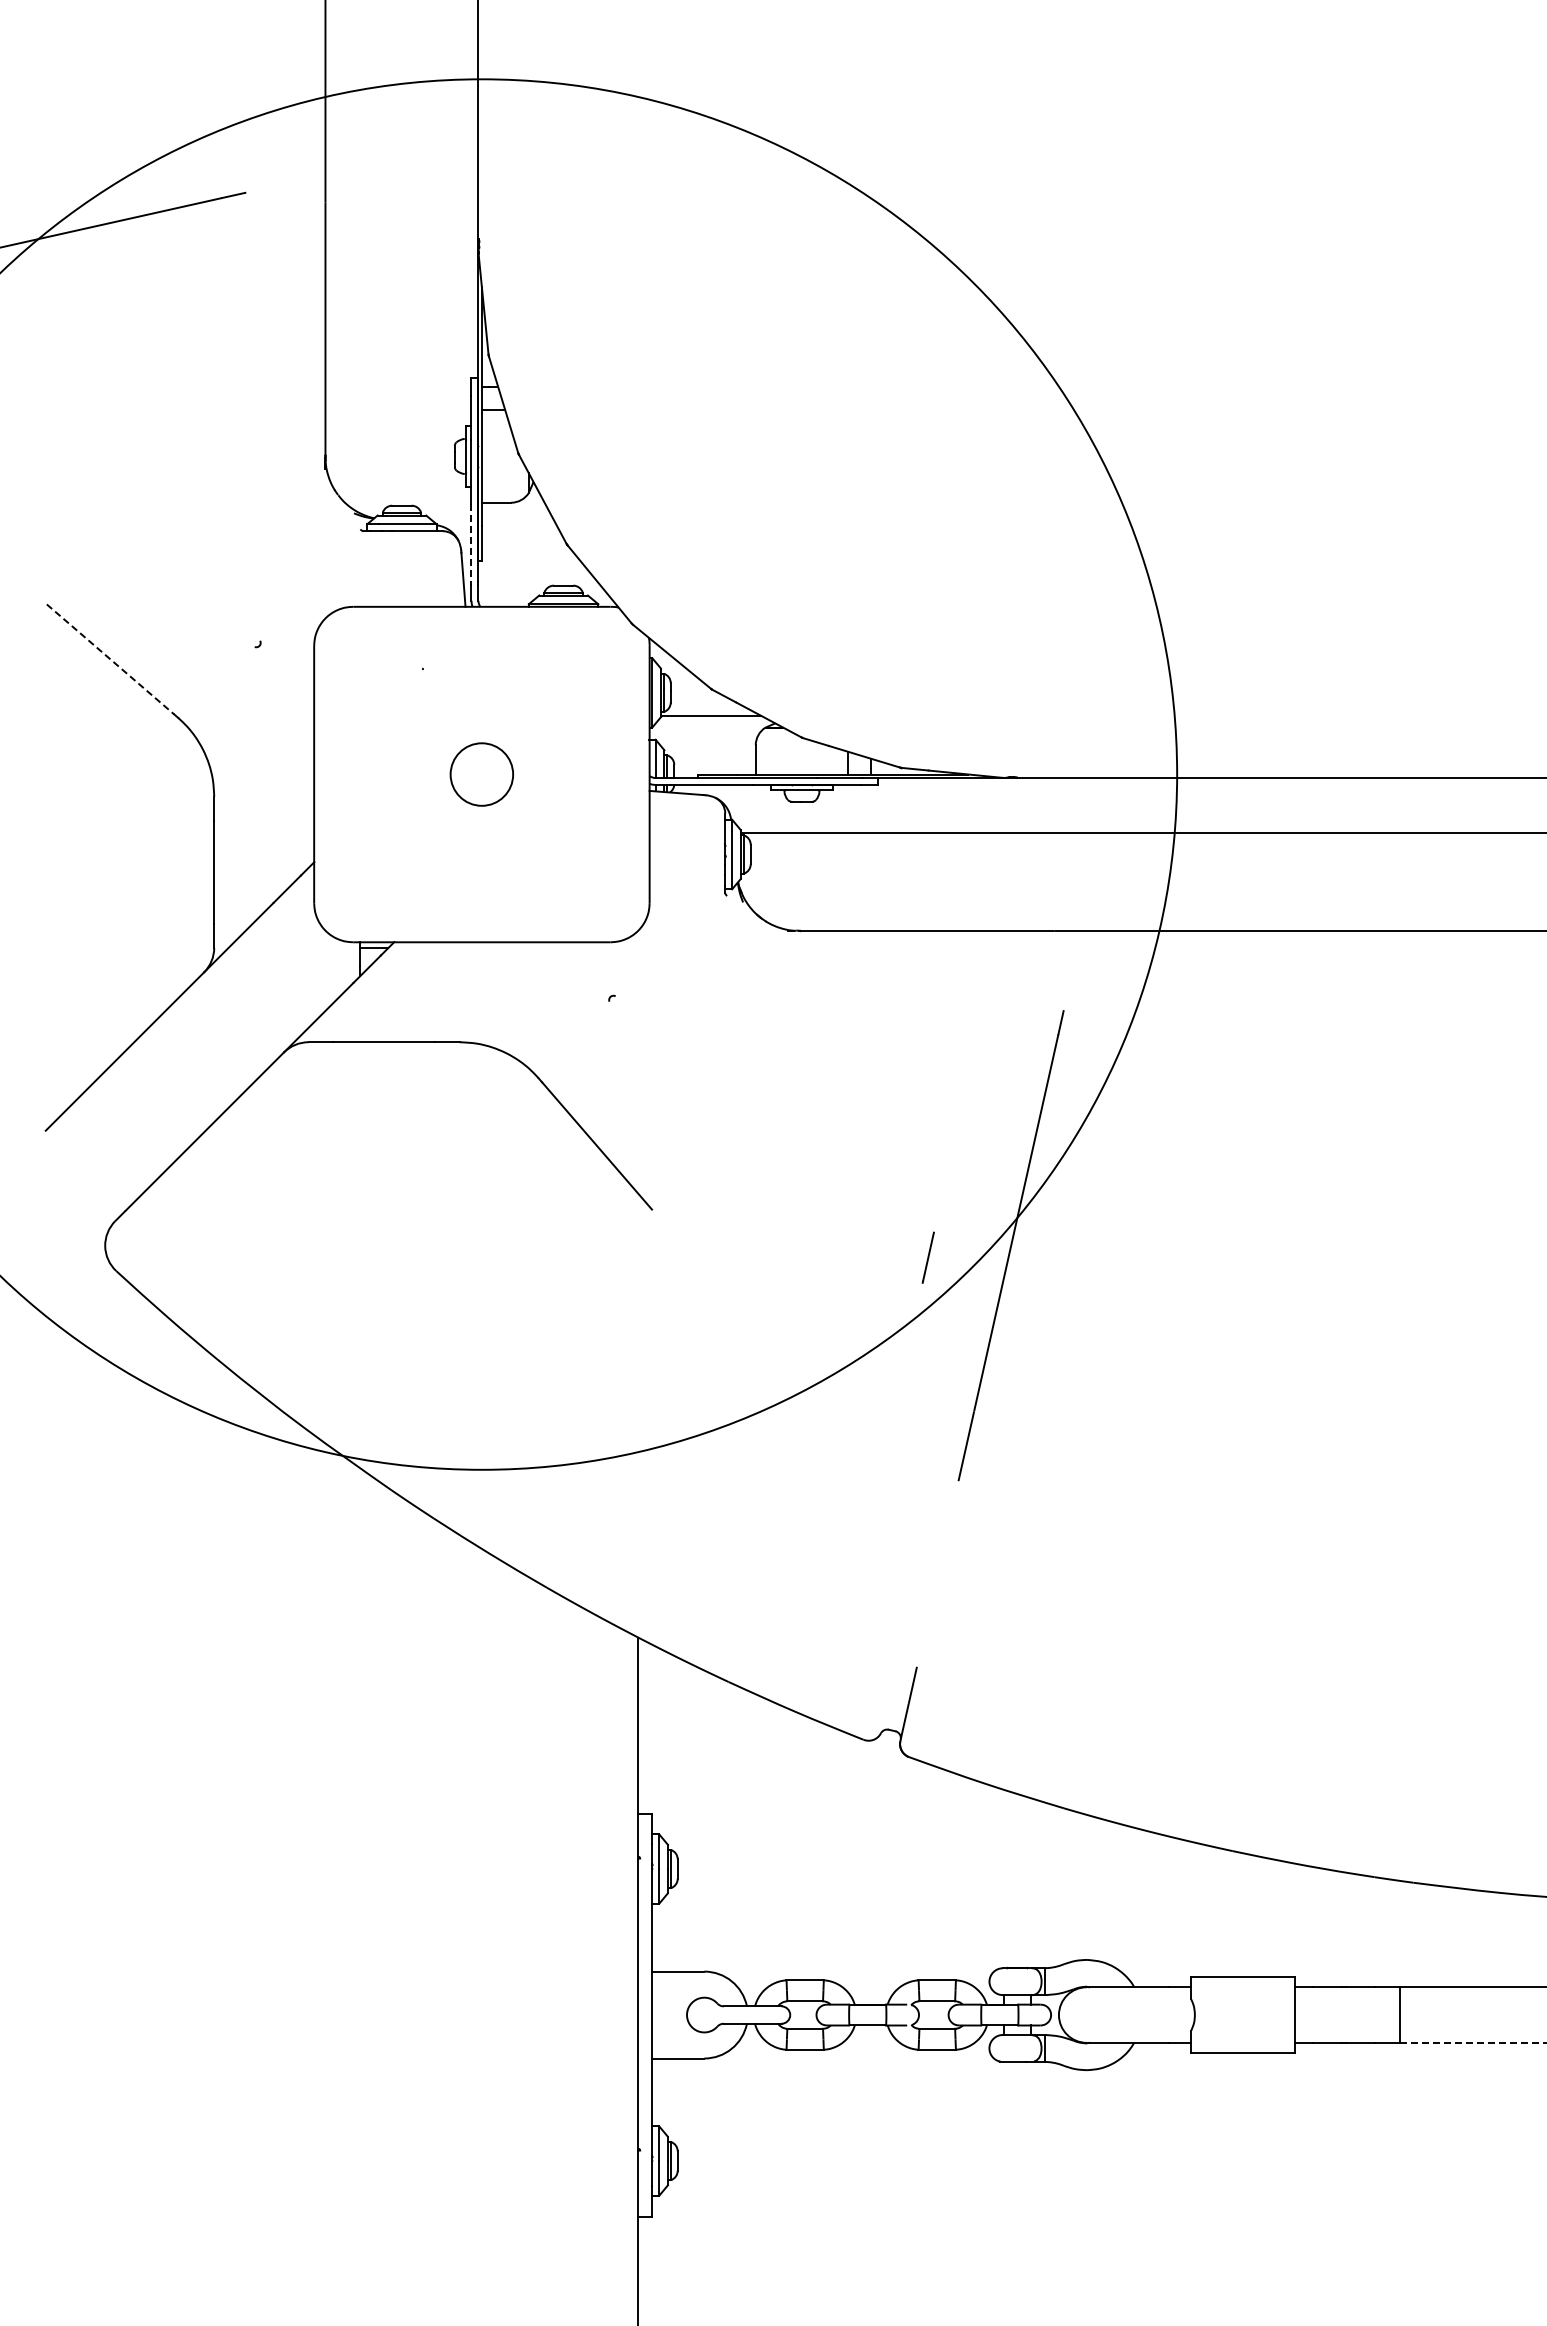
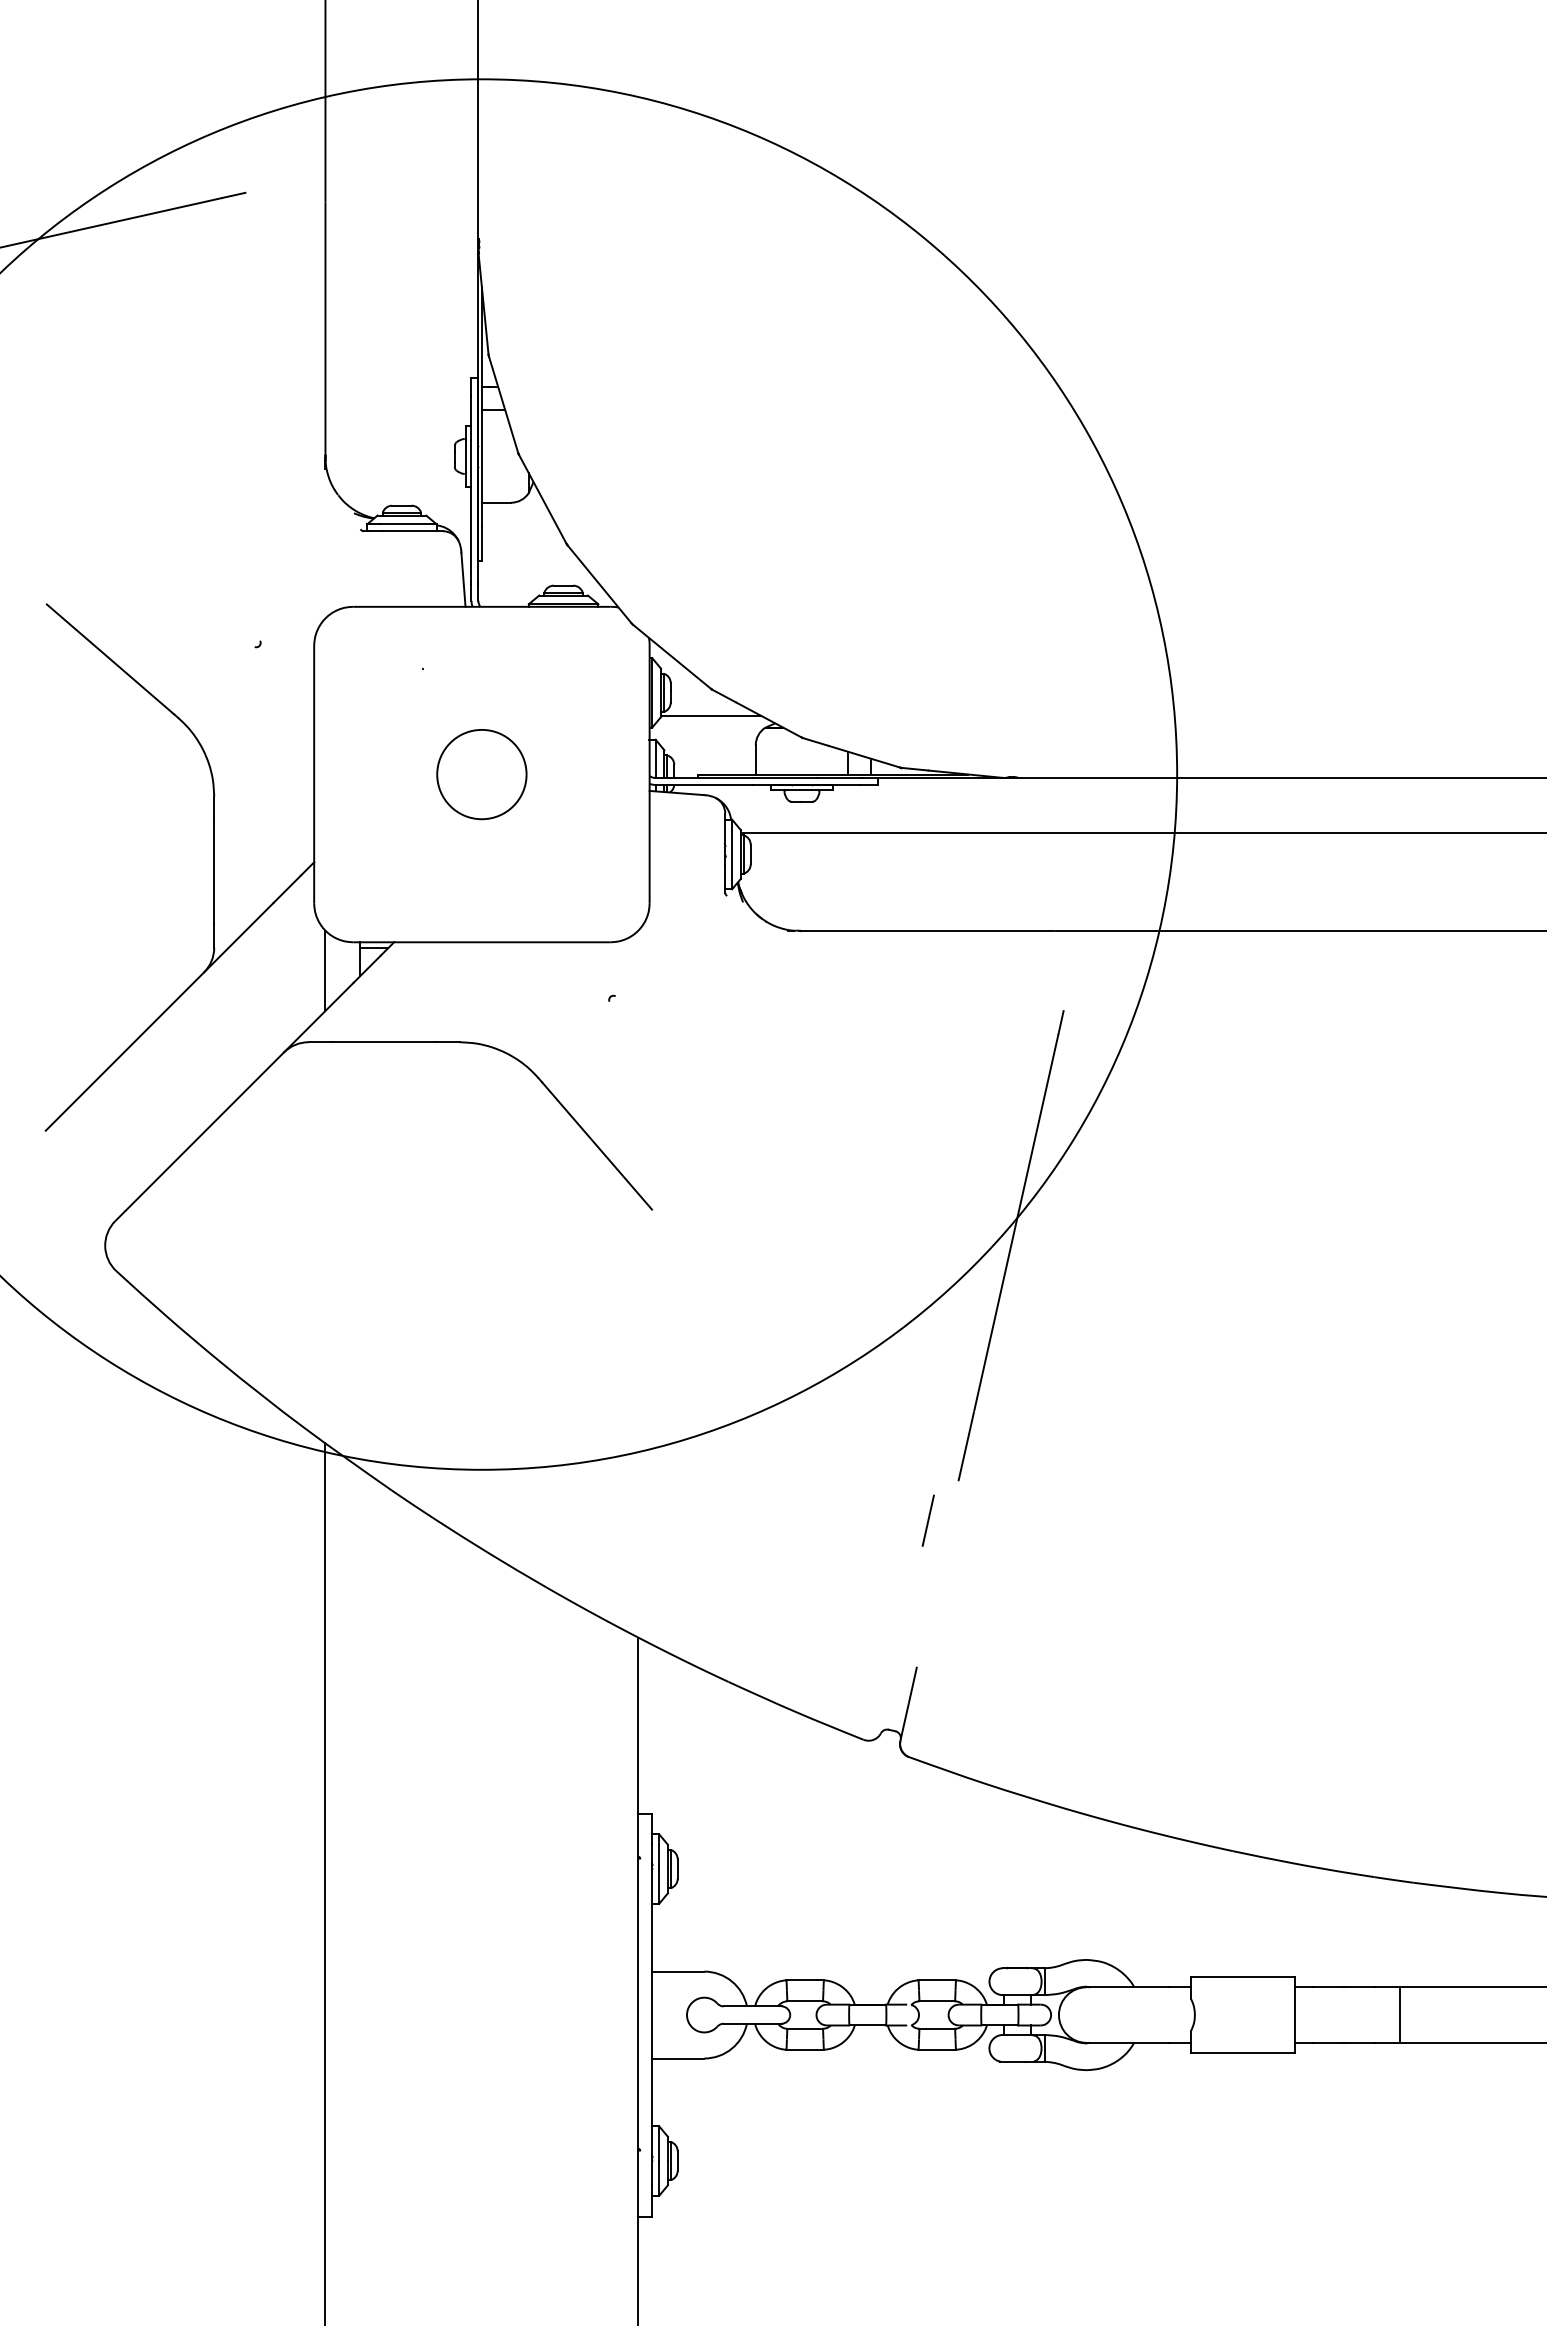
line at (471, 542): dashed -> solid
line at (110, 659): dashed -> solid
circle at (481, 774) diameter: 63 px -> 89 px
line at (325, 970): none -> present
line at (927, 1257) position: (927, 1257) -> (927, 1520)
line at (325, 1882): none -> present
line at (1473, 2042): dashed -> solid
